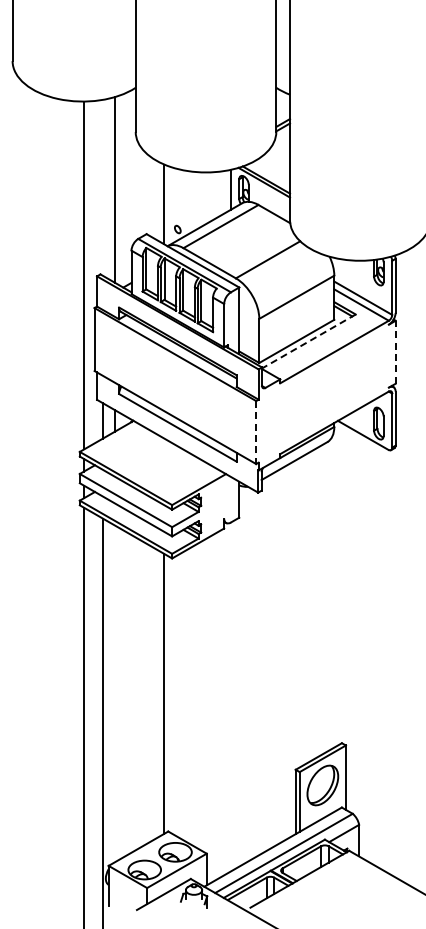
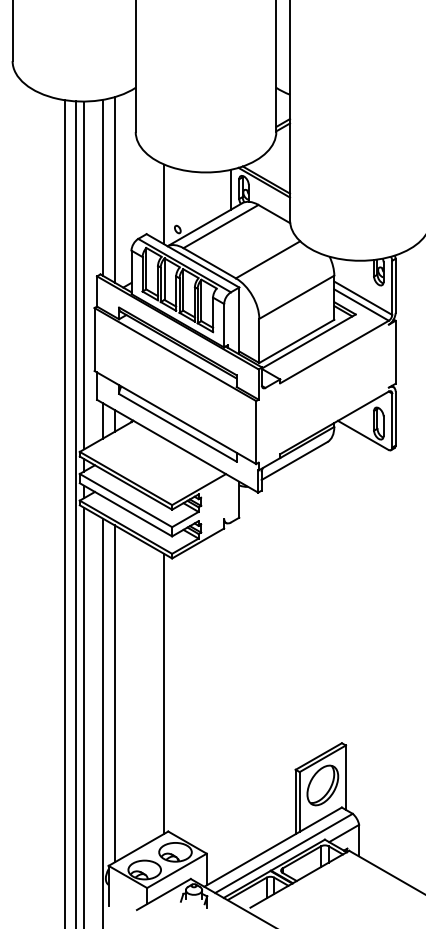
line at (103, 187): none -> present
line at (308, 341): dashed -> solid
line at (395, 351): dashed -> solid
line at (256, 433): dashed -> solid
line at (64, 512): none -> present
line at (76, 513): none -> present
line at (114, 693): none -> present
